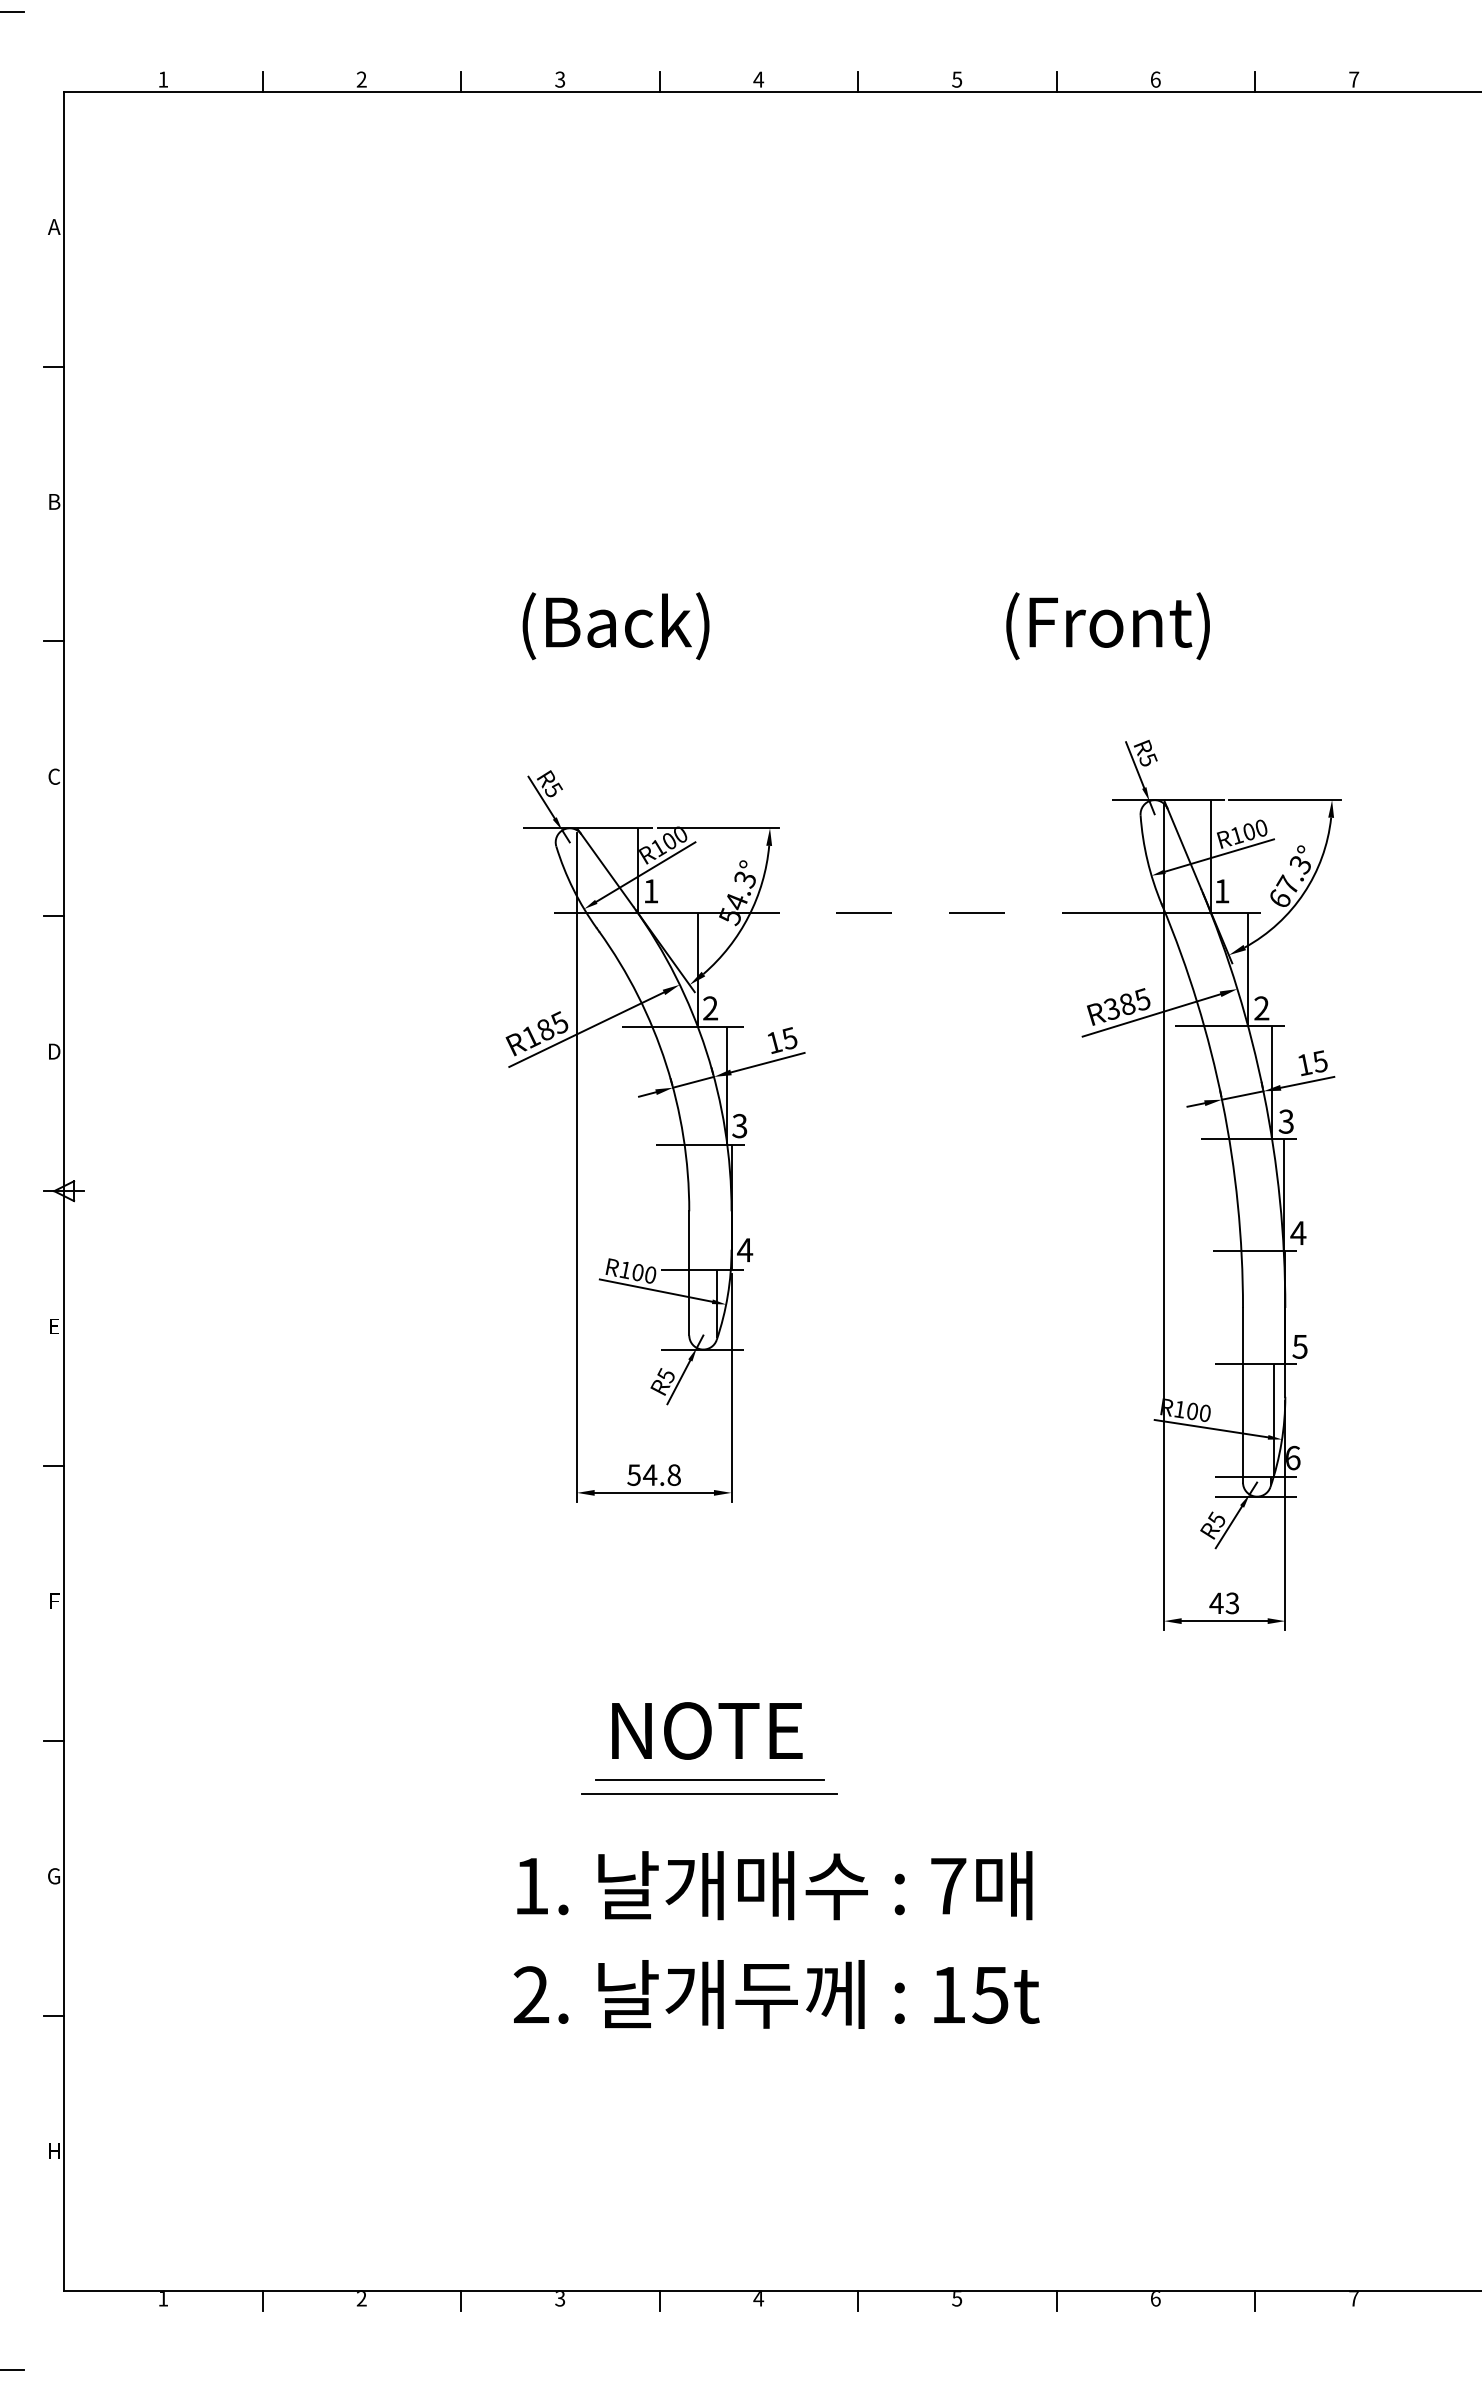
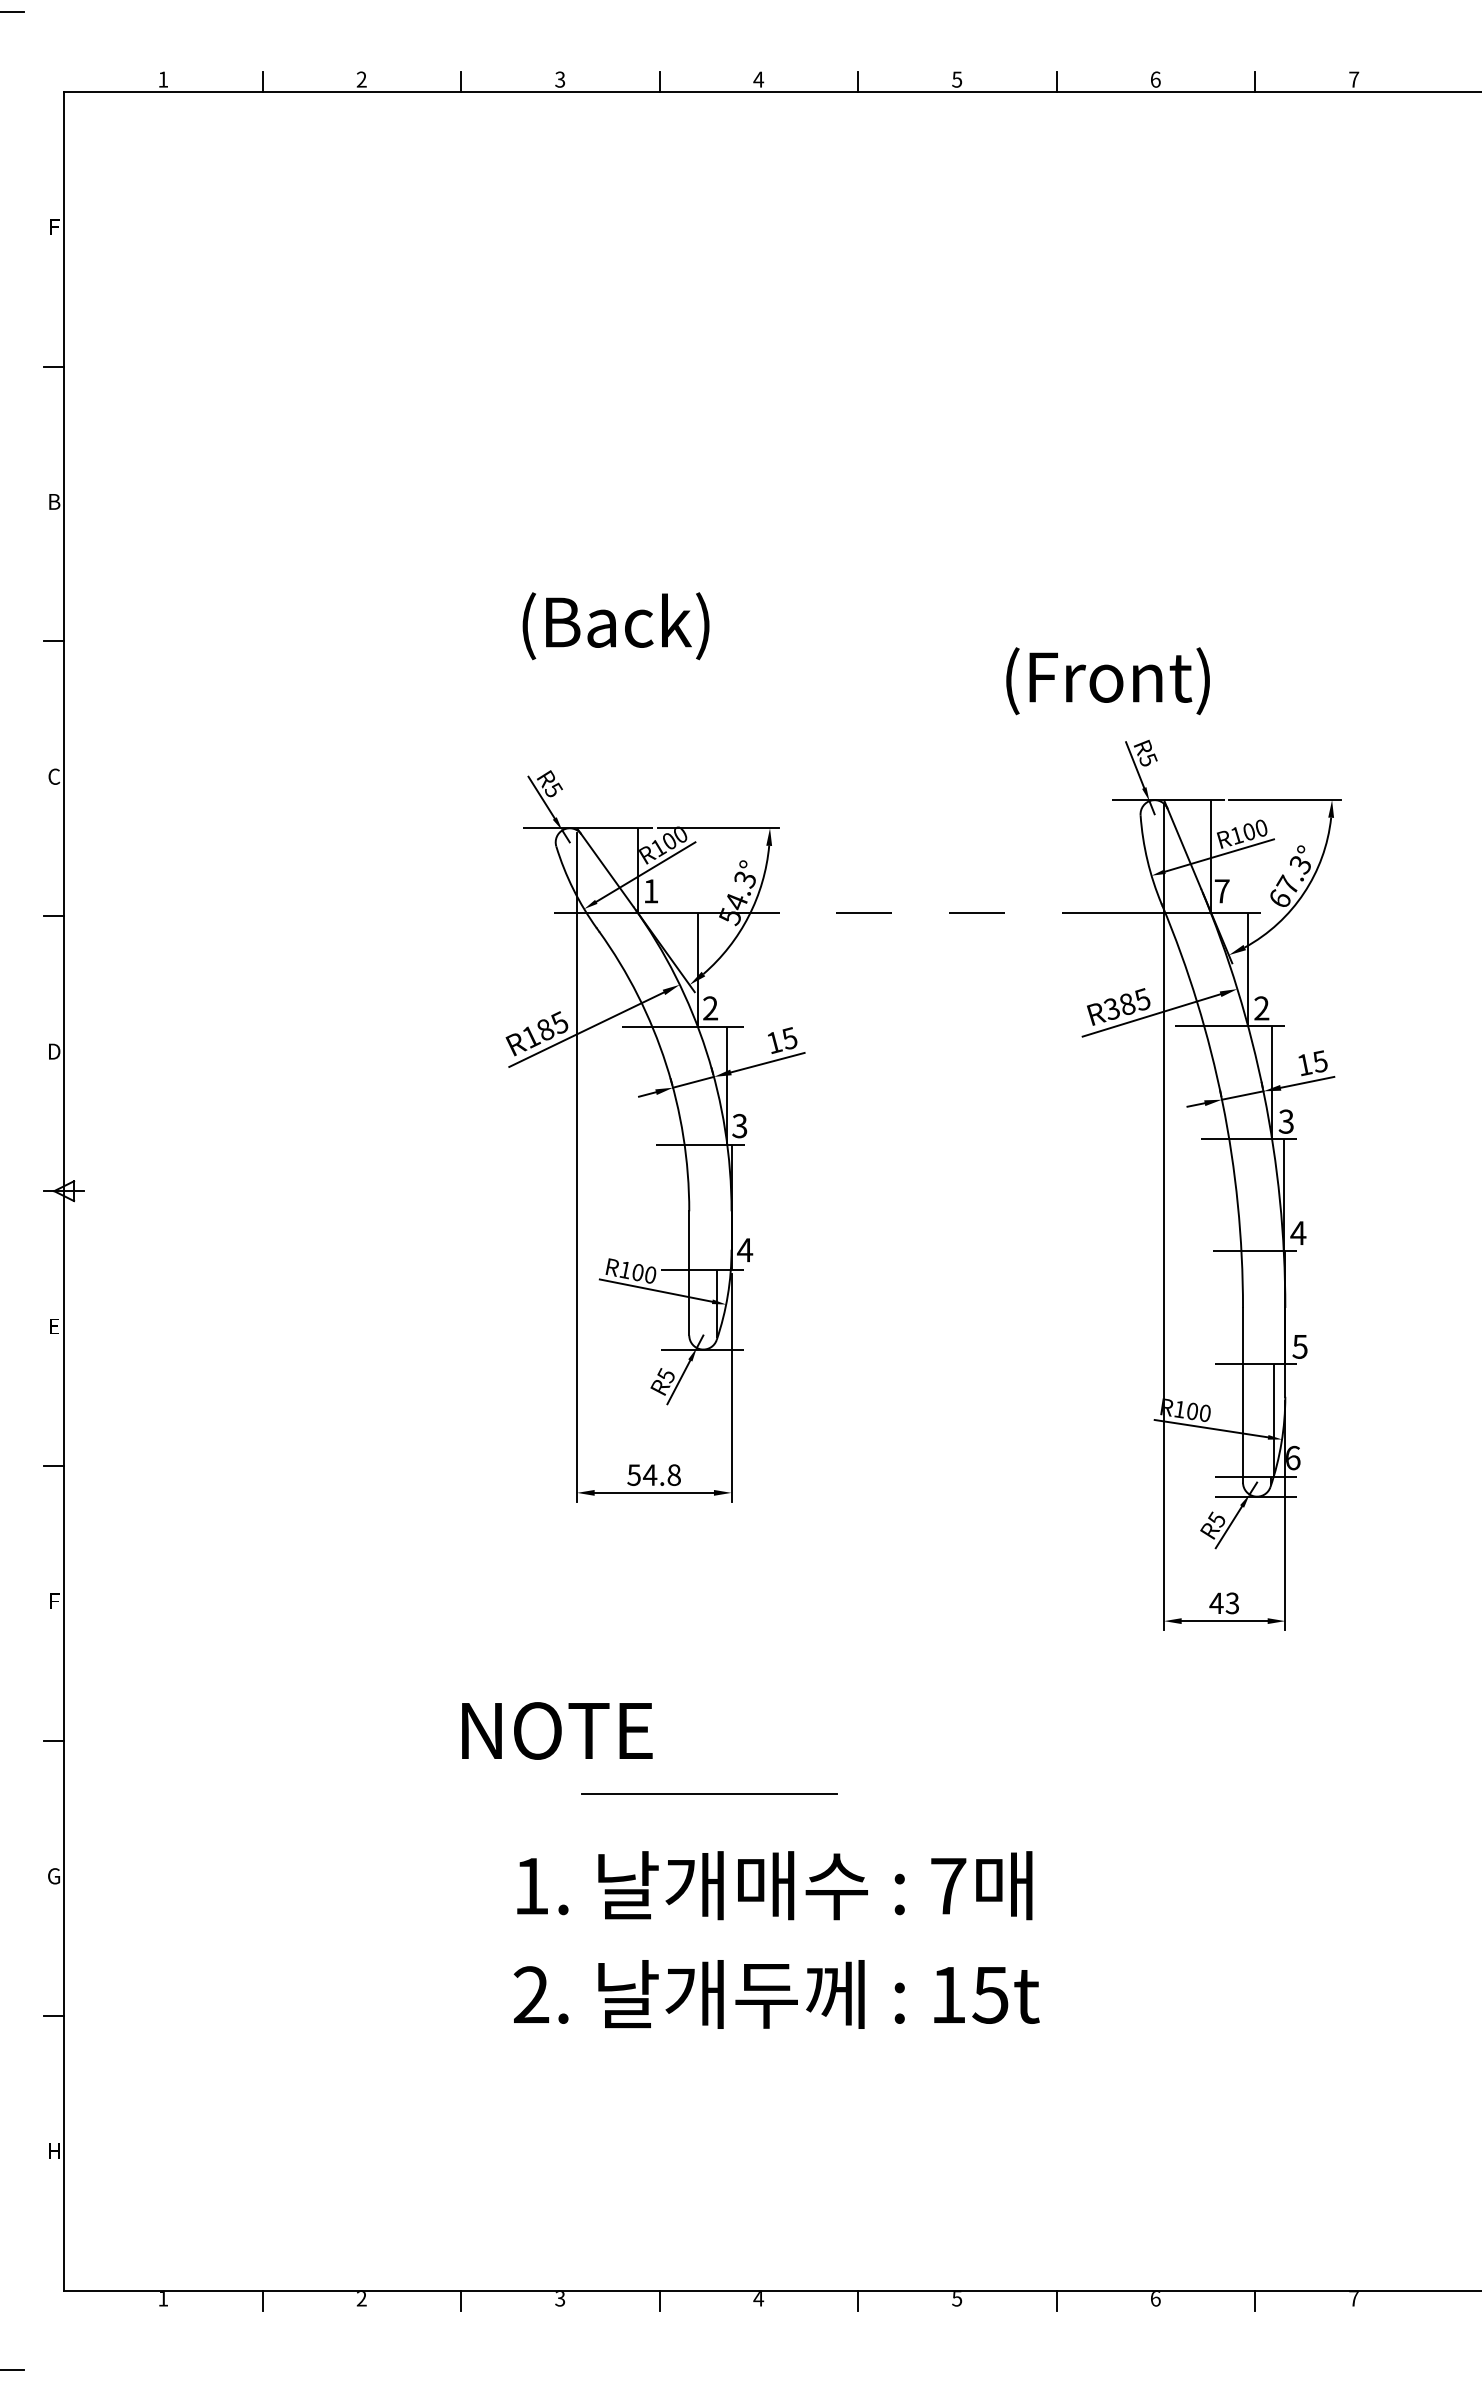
text at (54, 226): A -> F
text at (1107, 626) position: (1107, 626) -> (1107, 681)
text at (1221, 891): 1 -> 7
text at (707, 1730) position: (707, 1730) -> (557, 1730)
line at (709, 1779): present -> none
